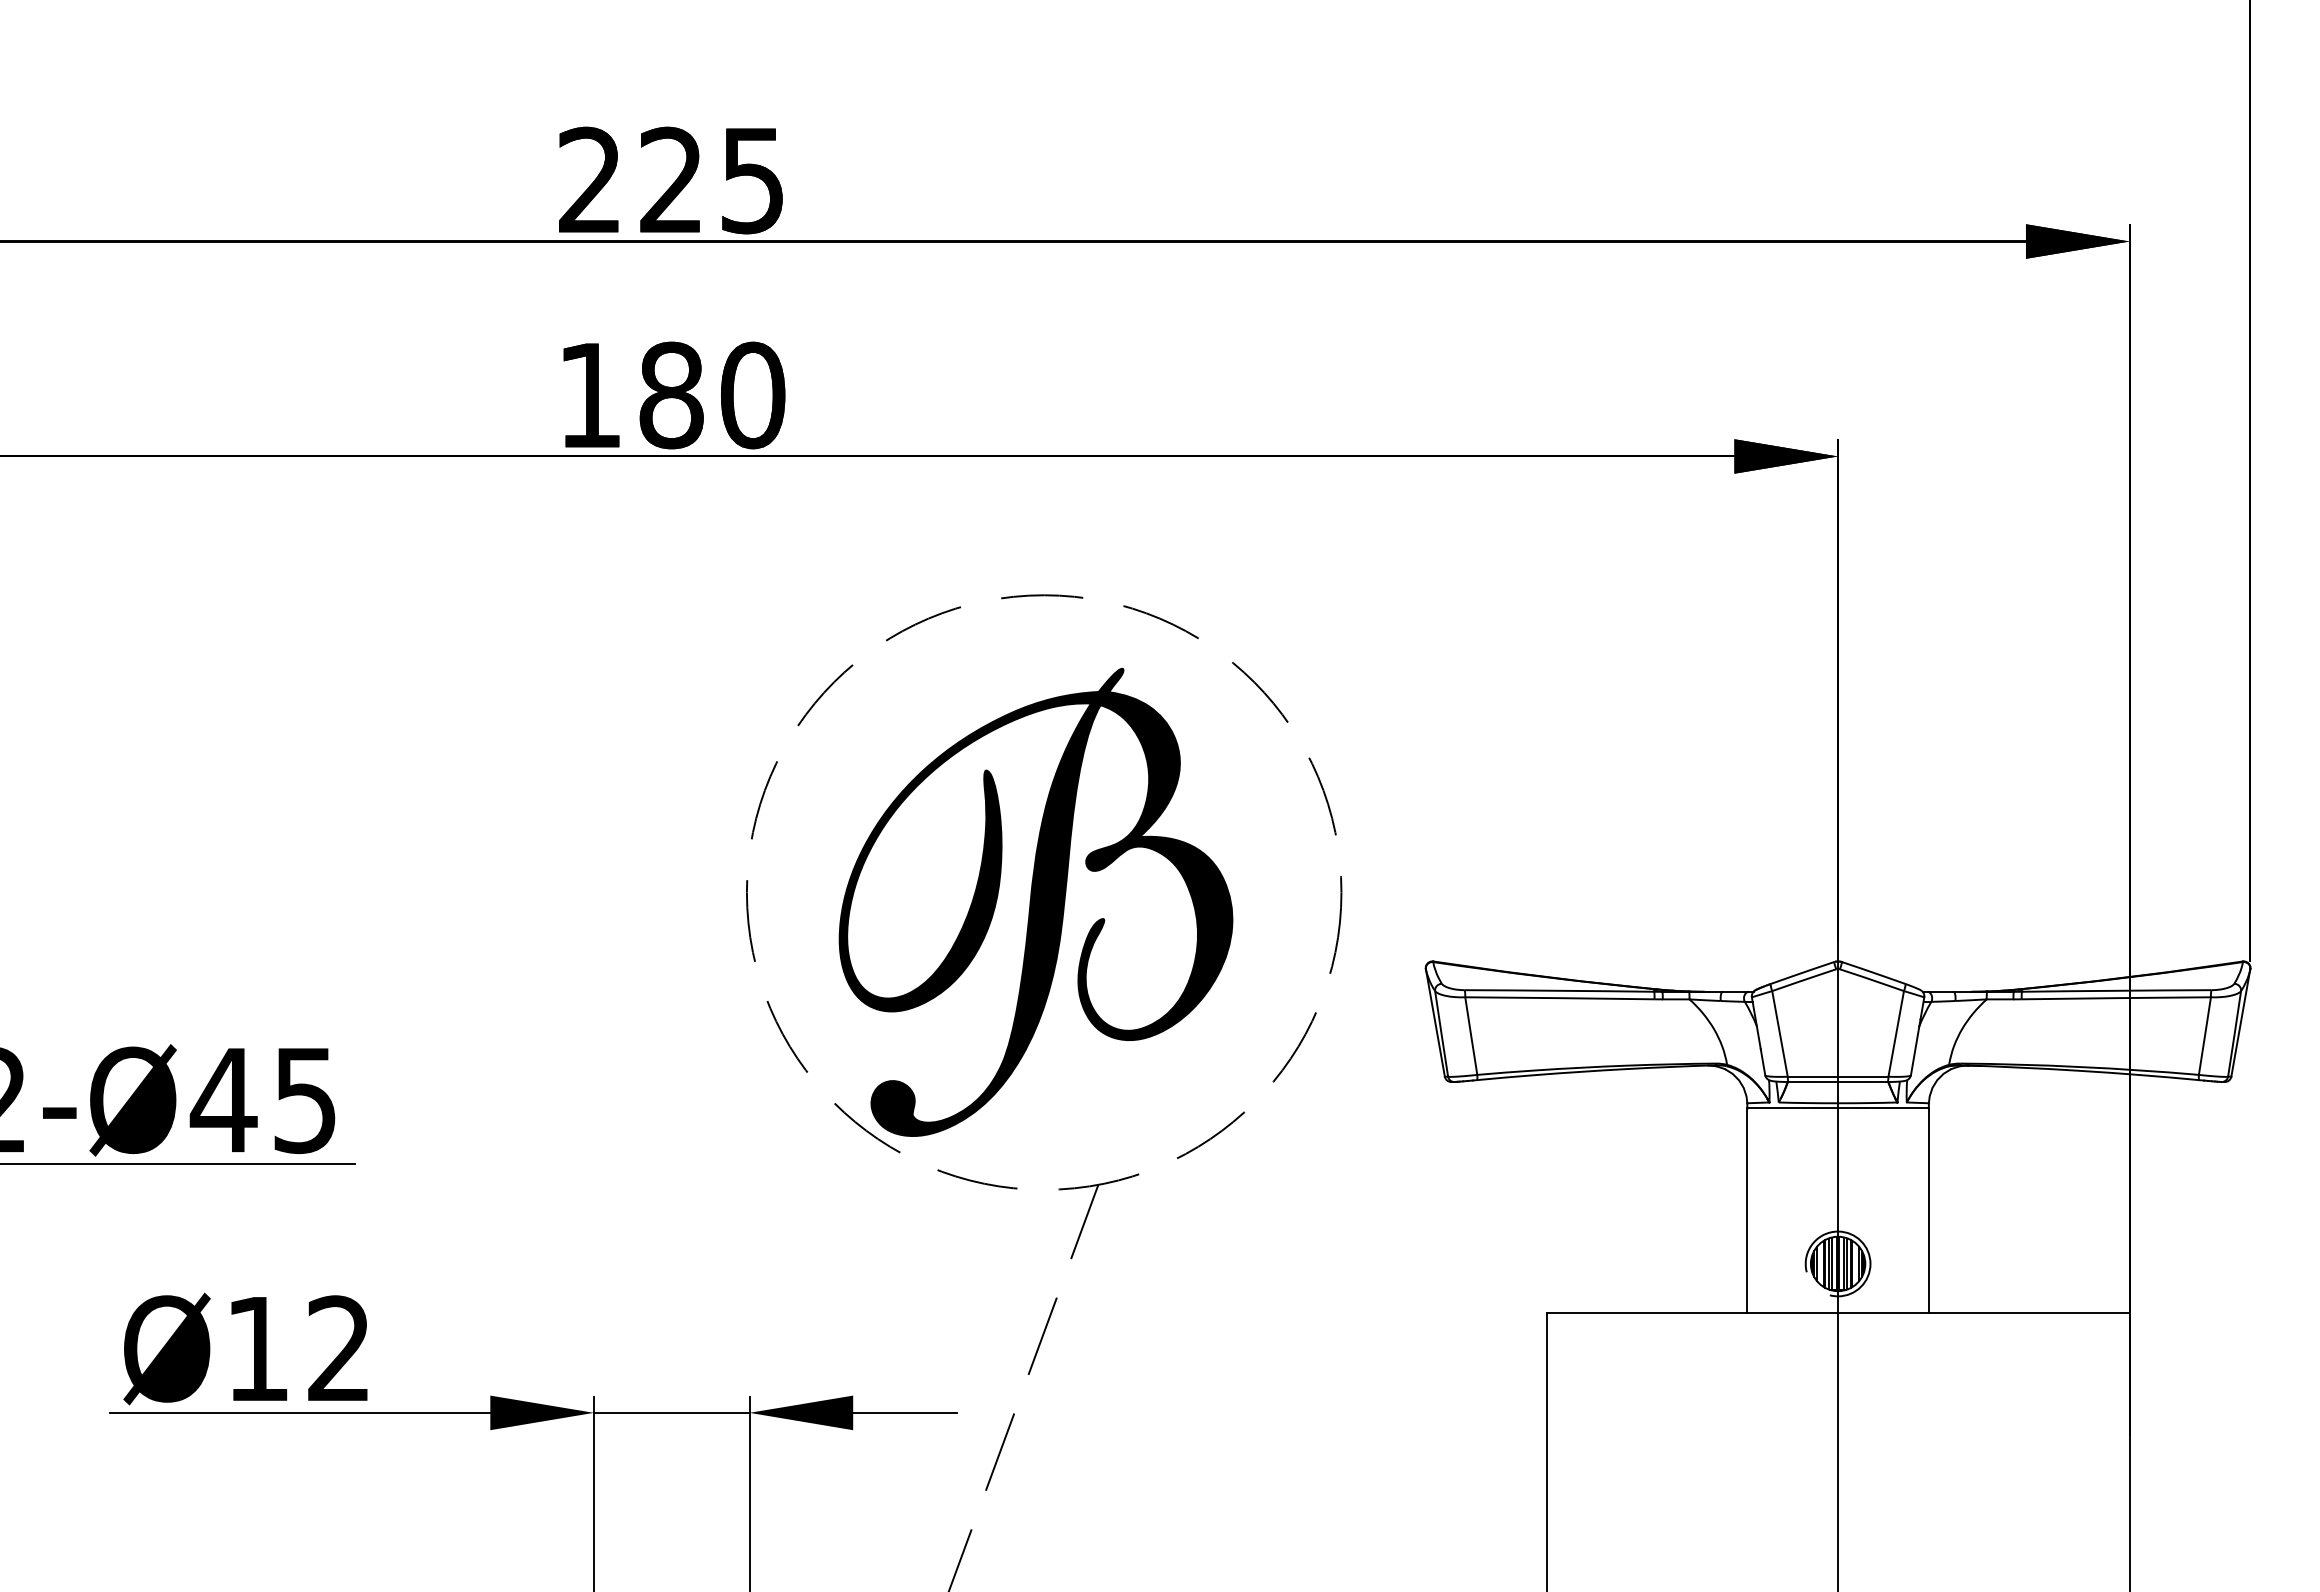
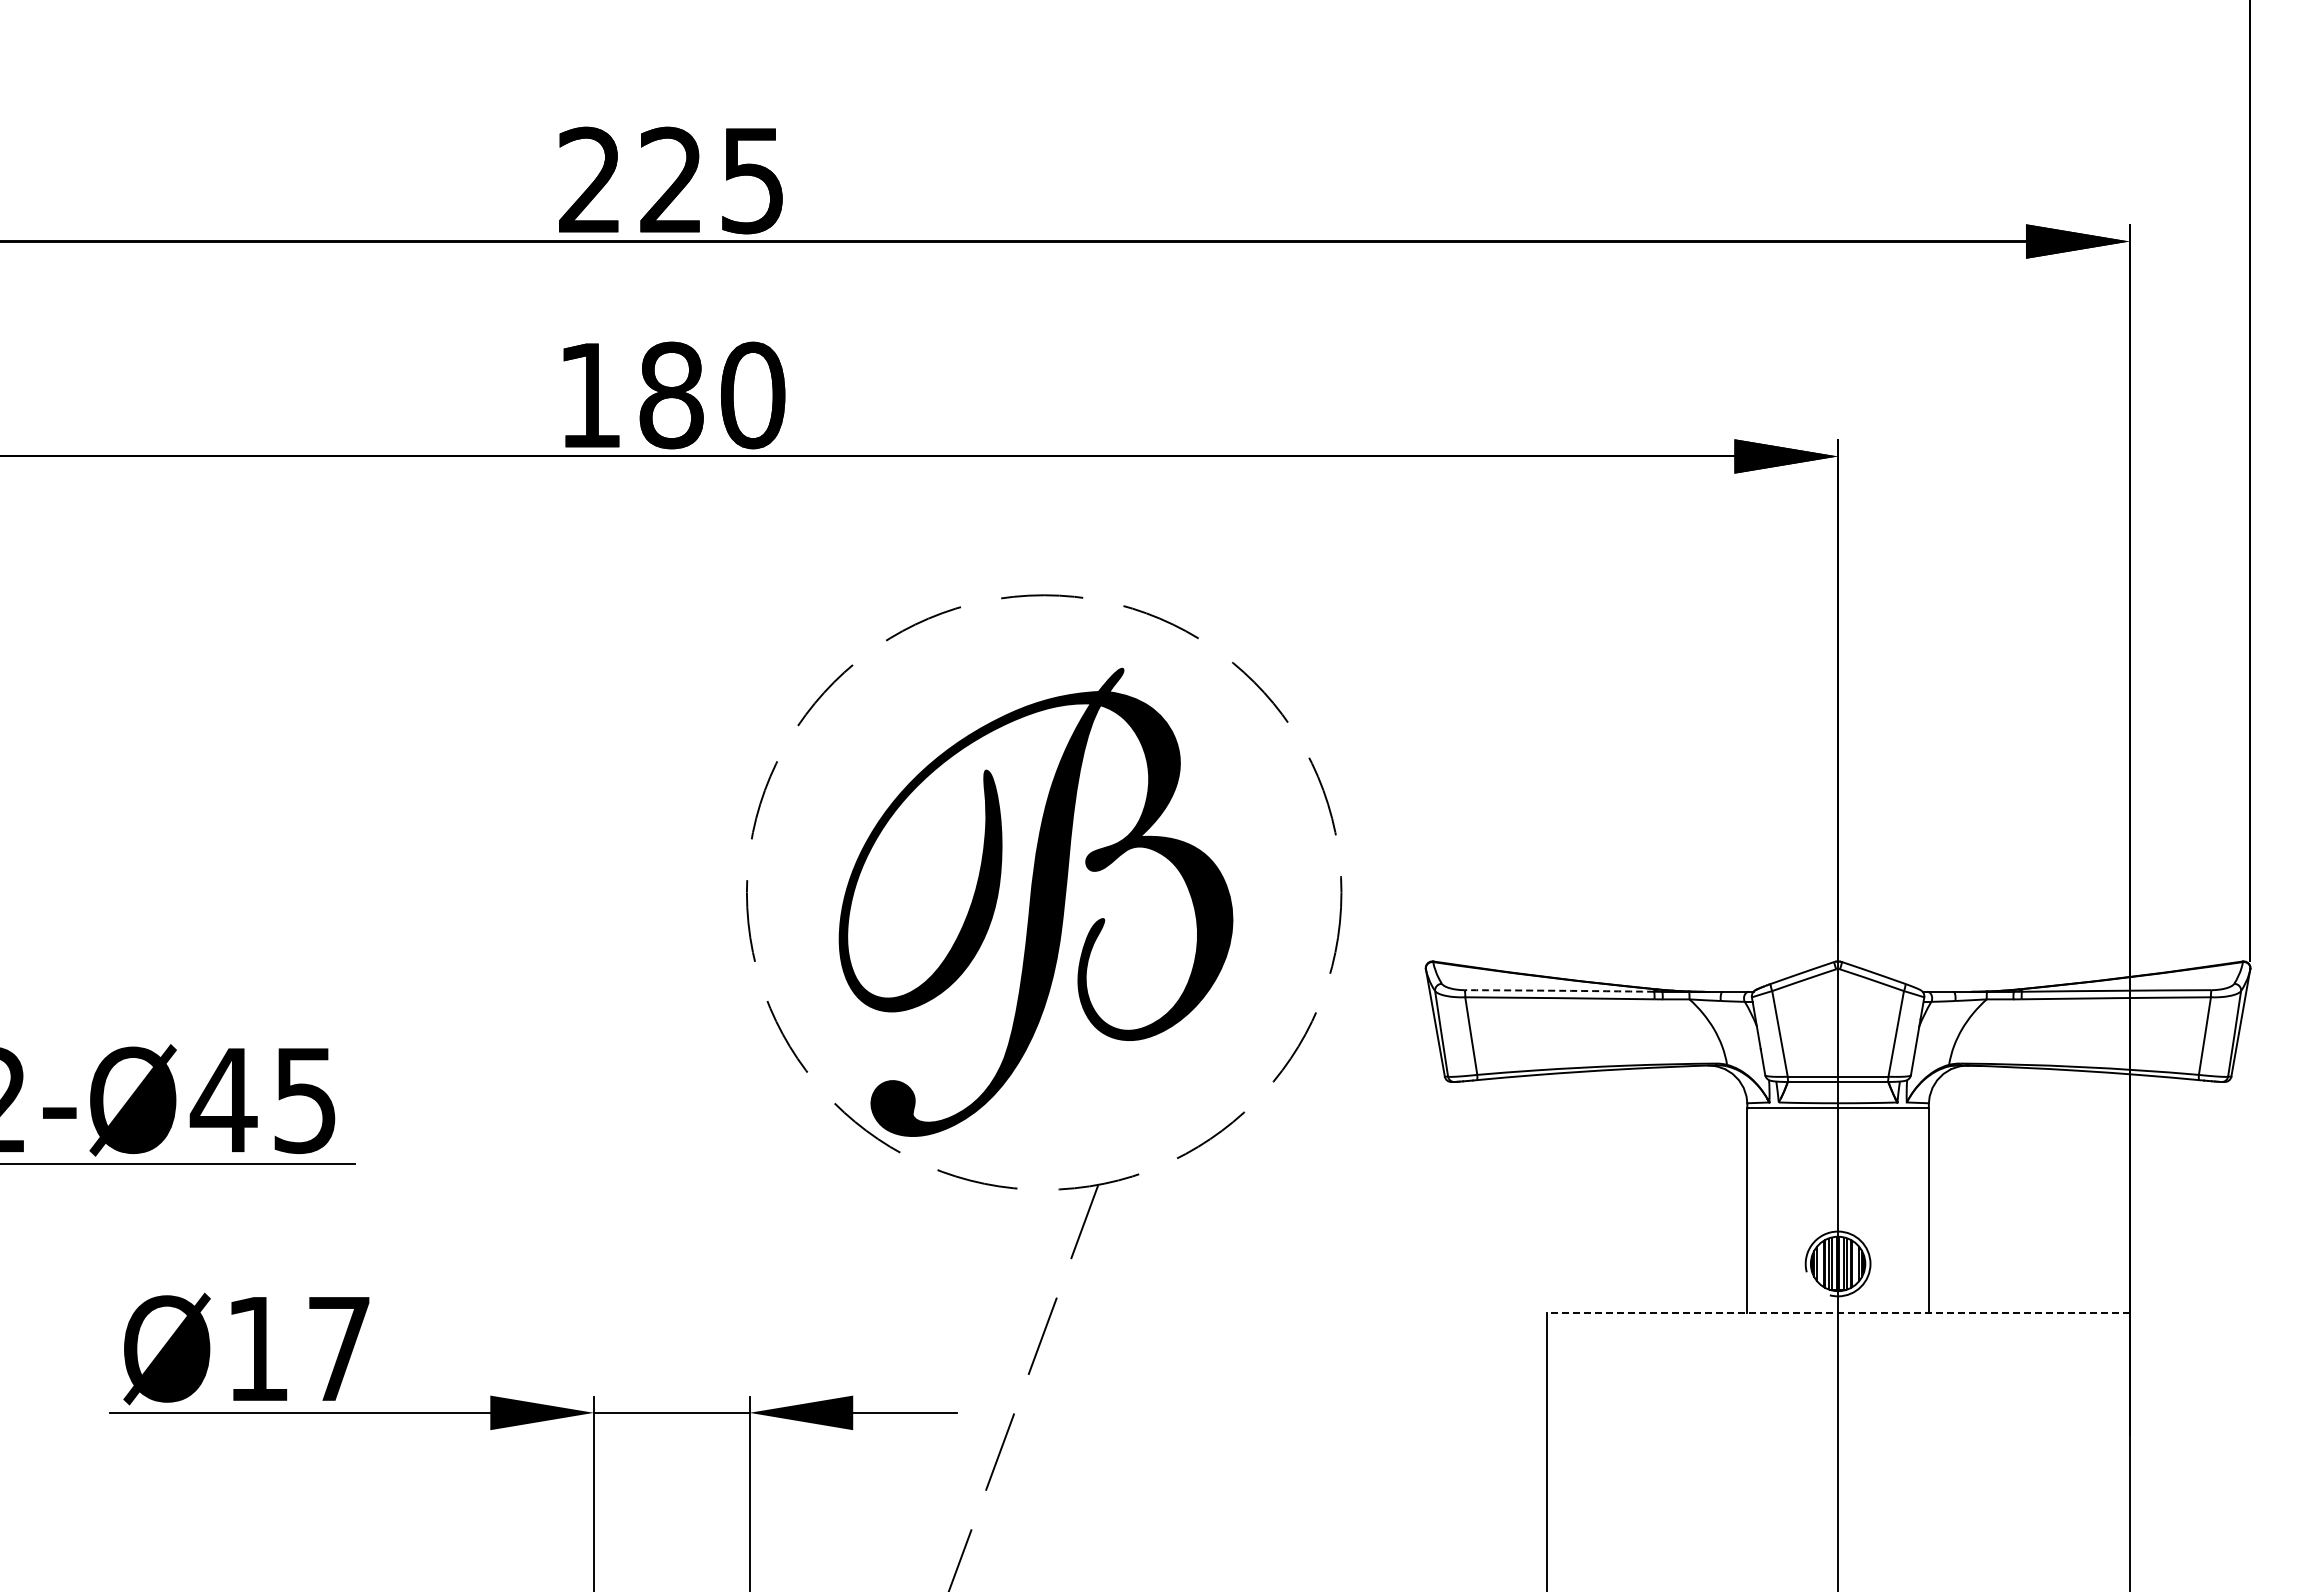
arc at (1559, 990): solid -> dashed
line at (1838, 1313): solid -> dashed
text at (338, 1347): Ø12 -> Ø17
